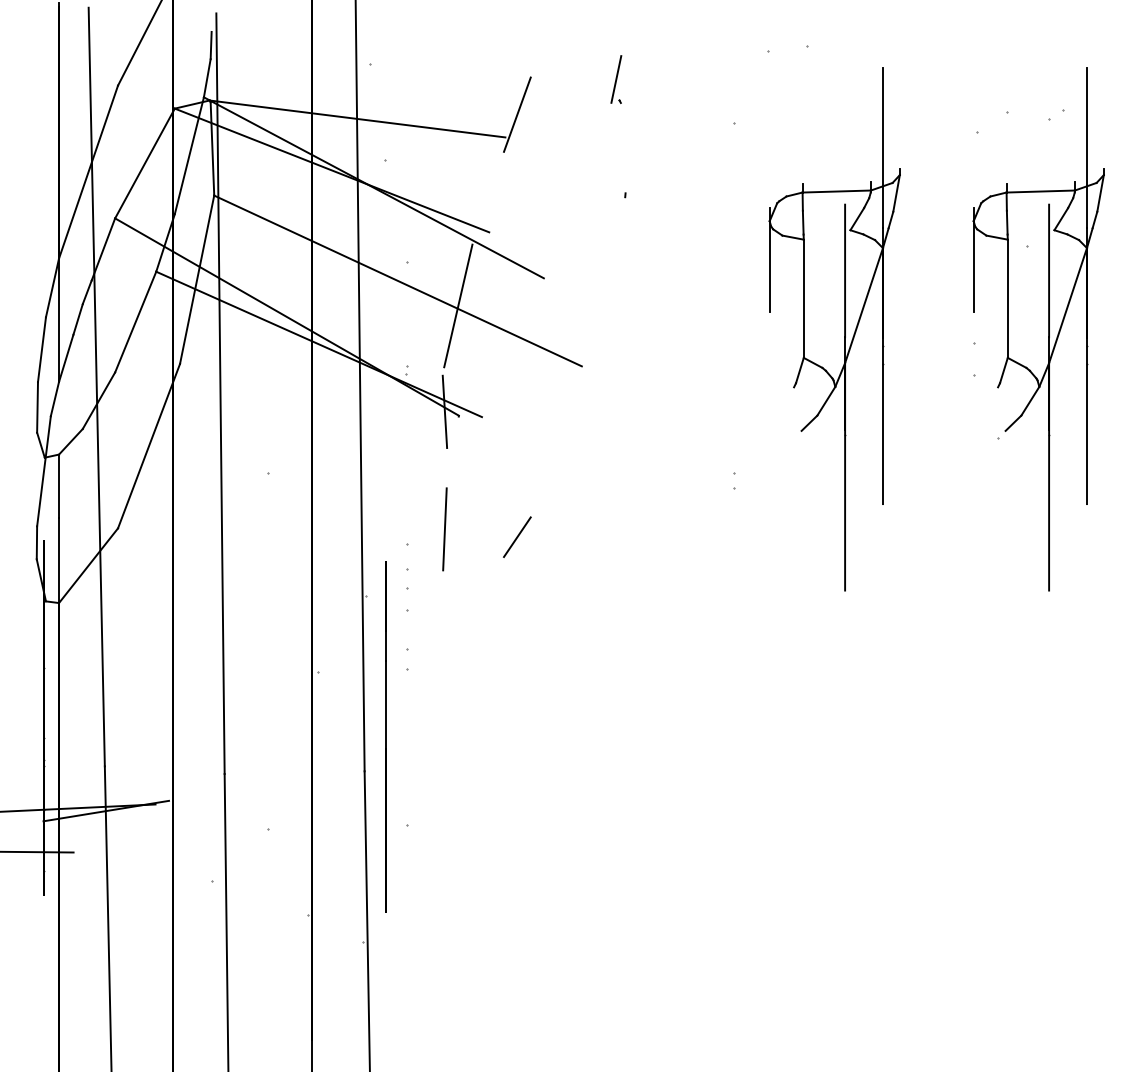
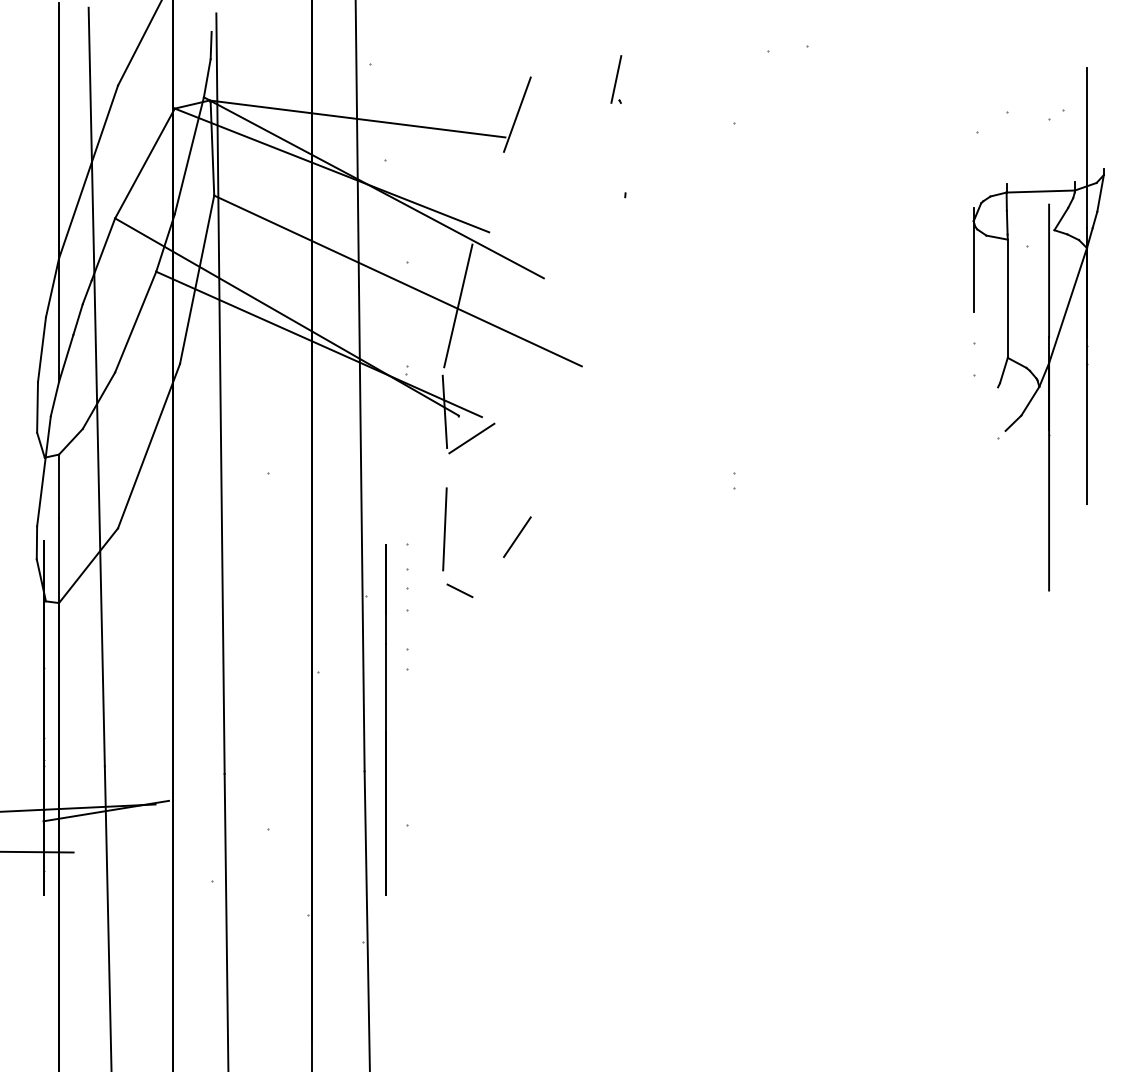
part at (834, 329): present -> none
line at (471, 438): none -> present
line at (459, 590): none -> present
line at (385, 736) position: (385, 736) -> (385, 719)
